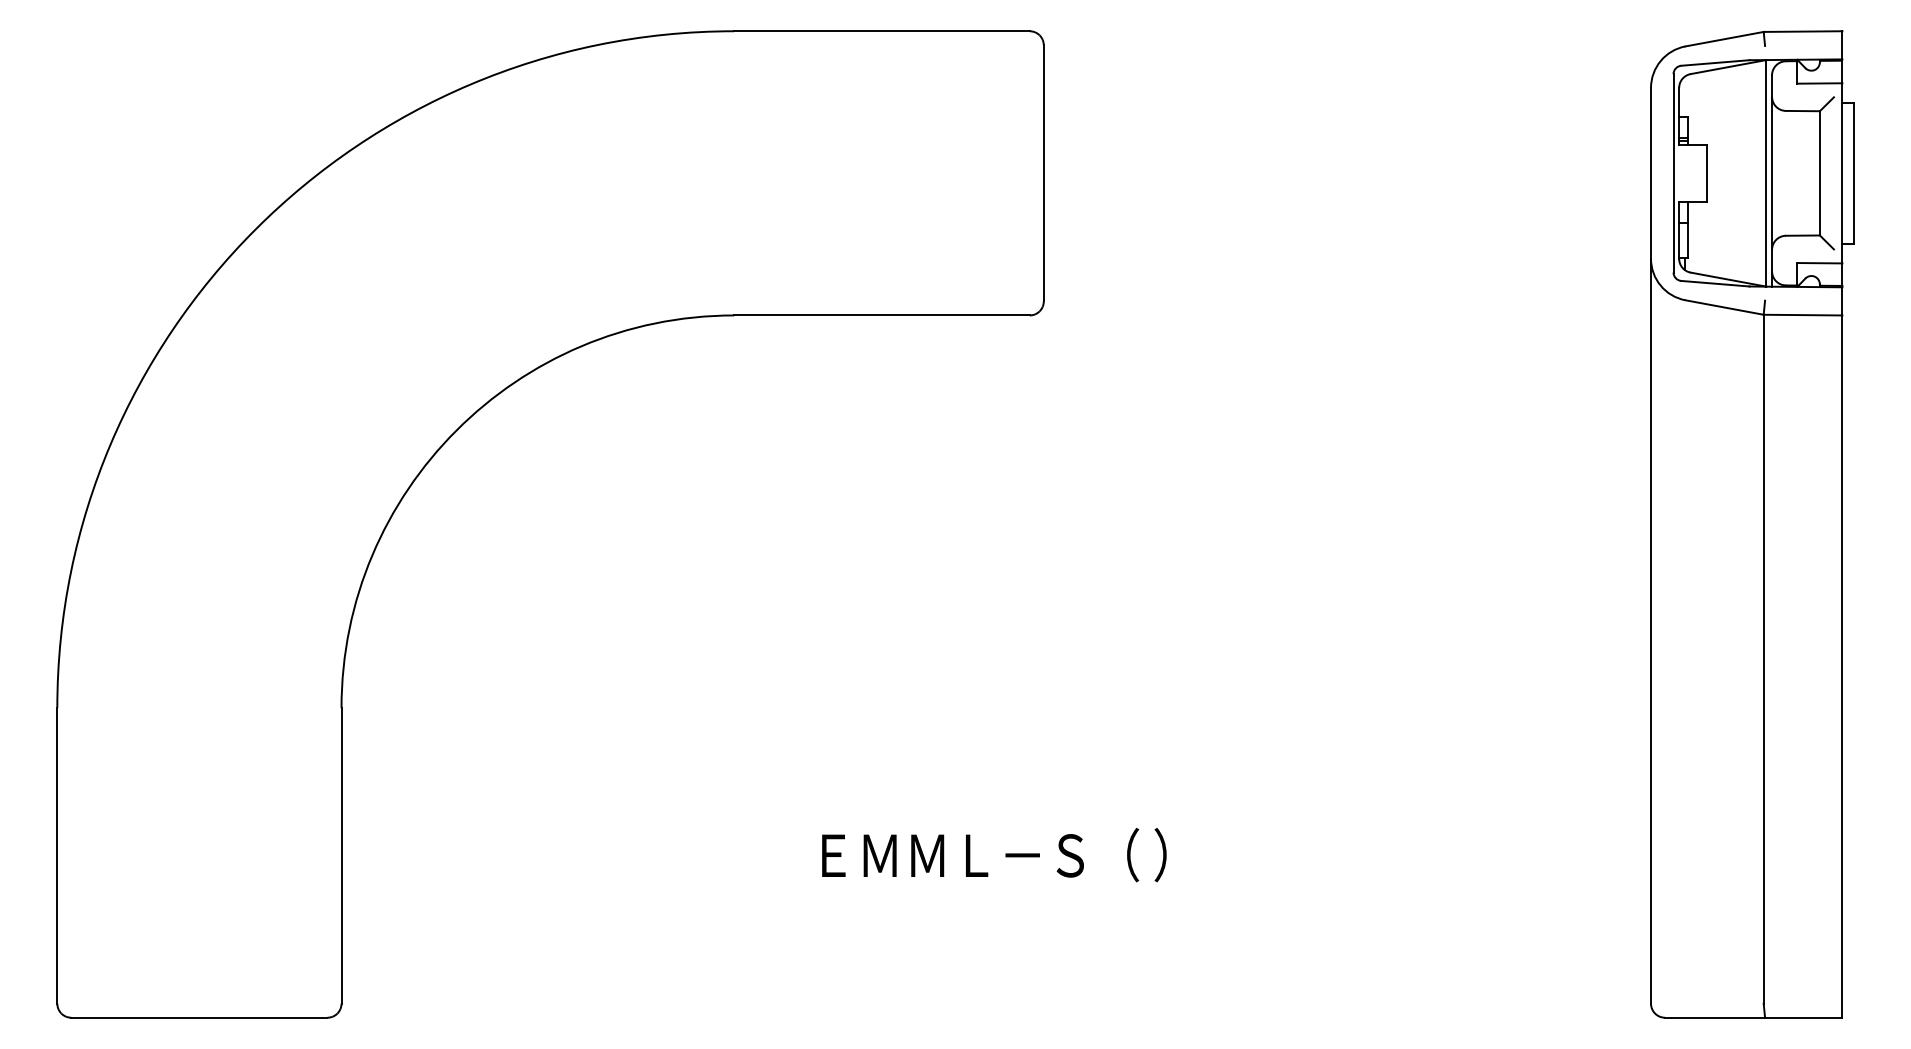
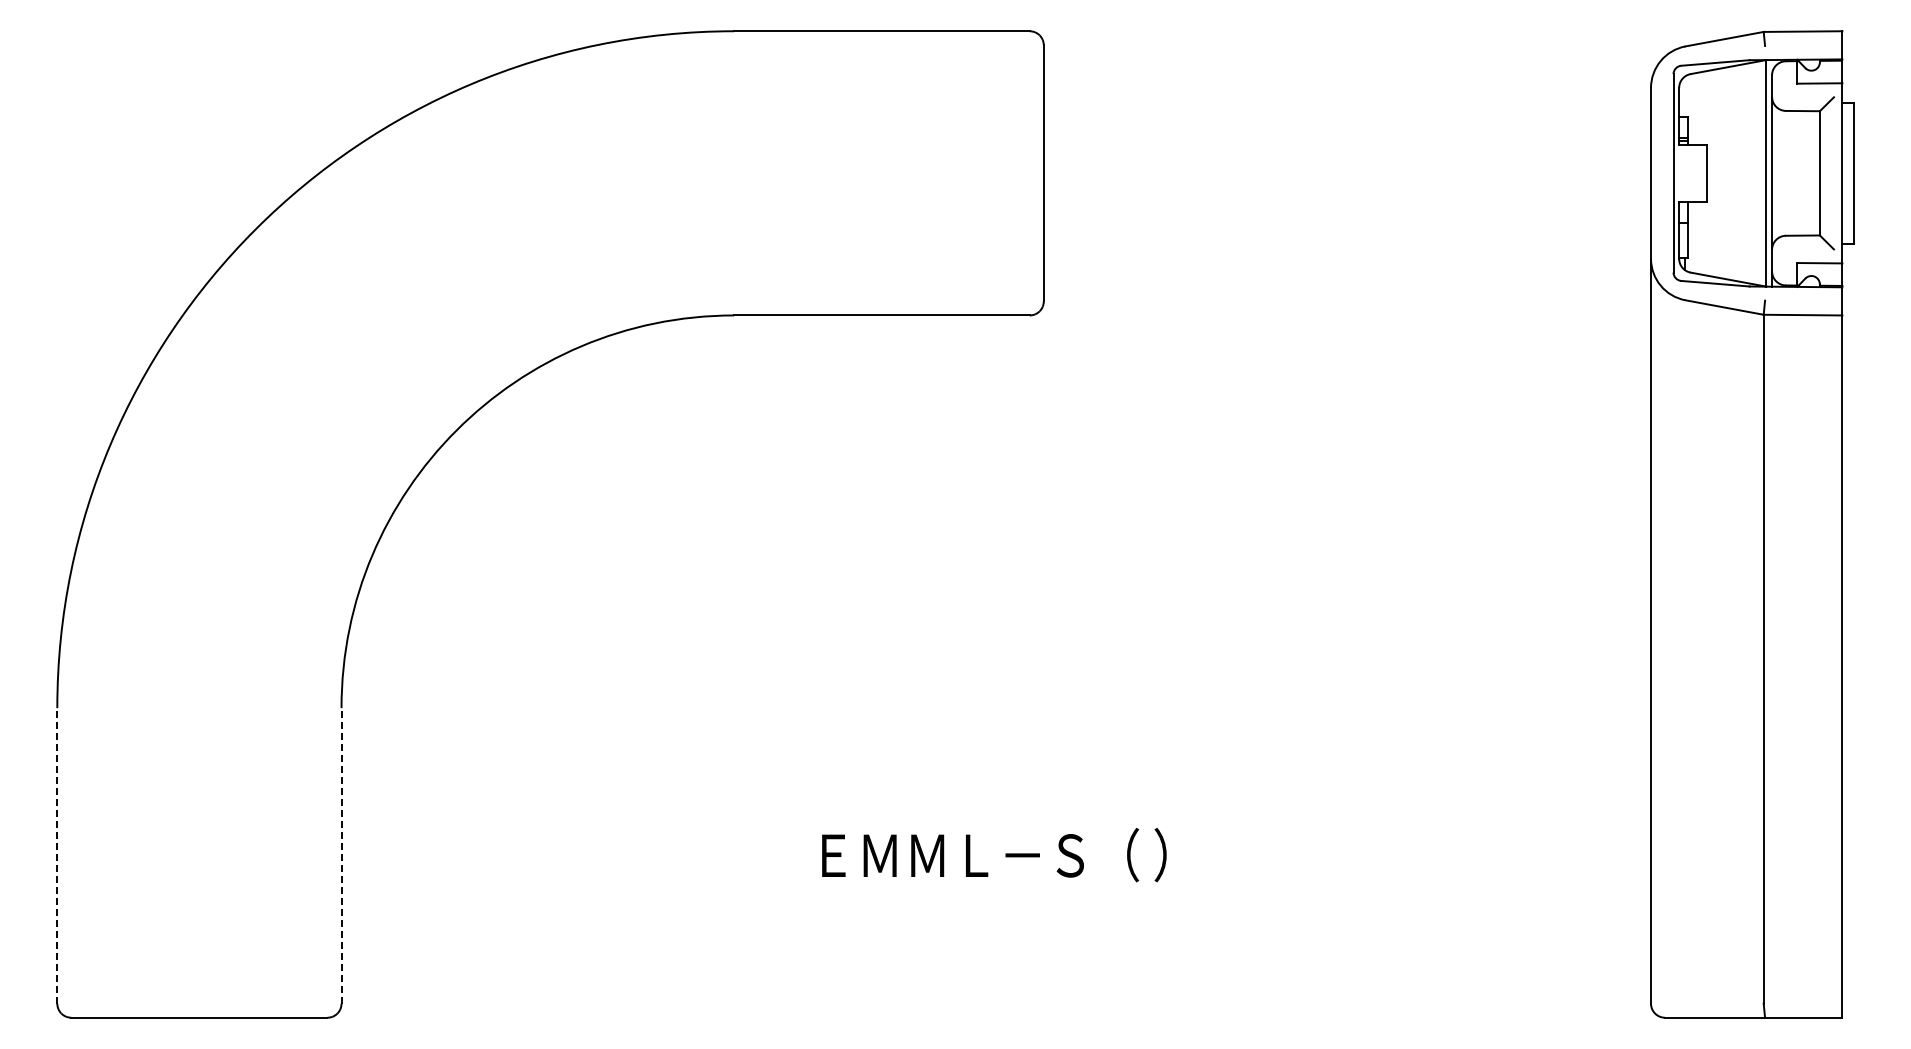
line at (57, 855): solid -> dashed
line at (341, 855): solid -> dashed
